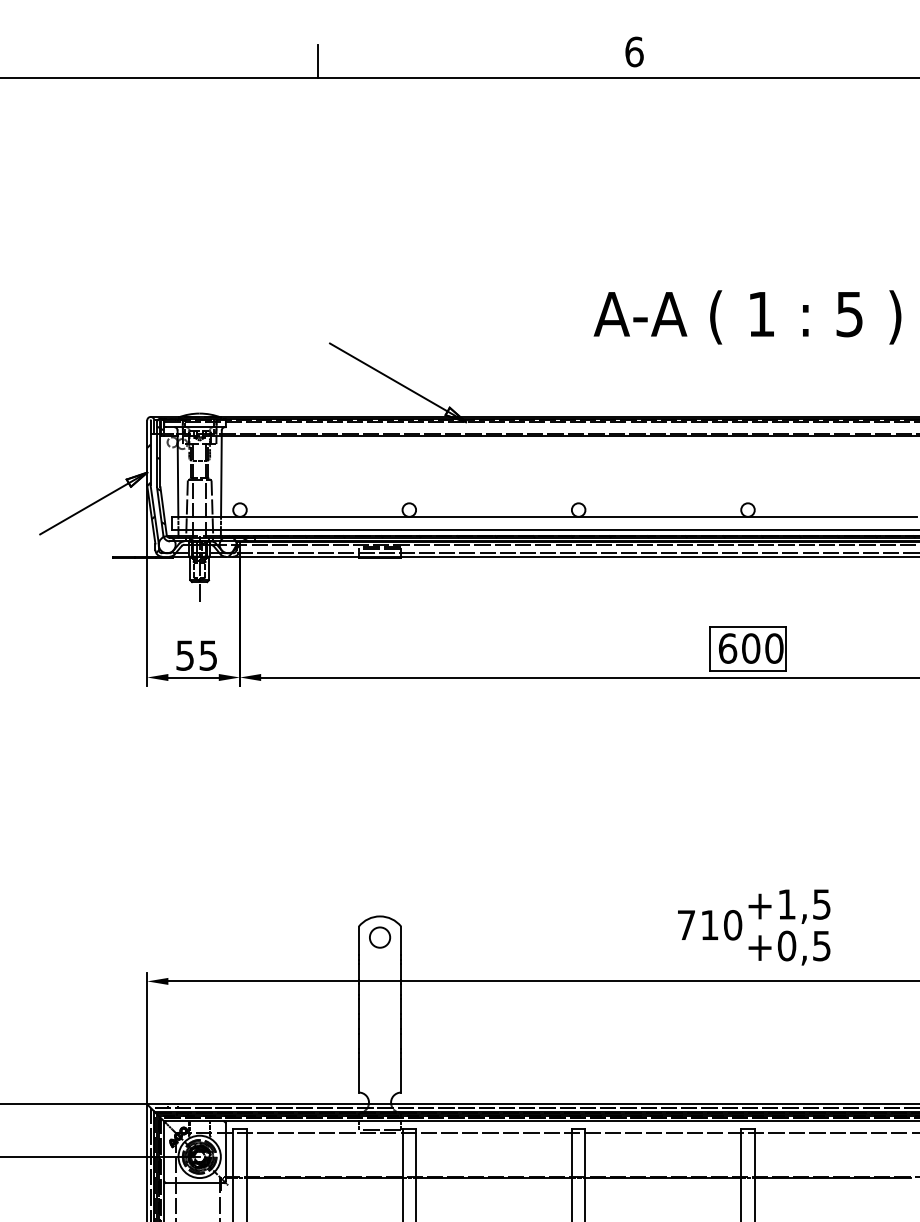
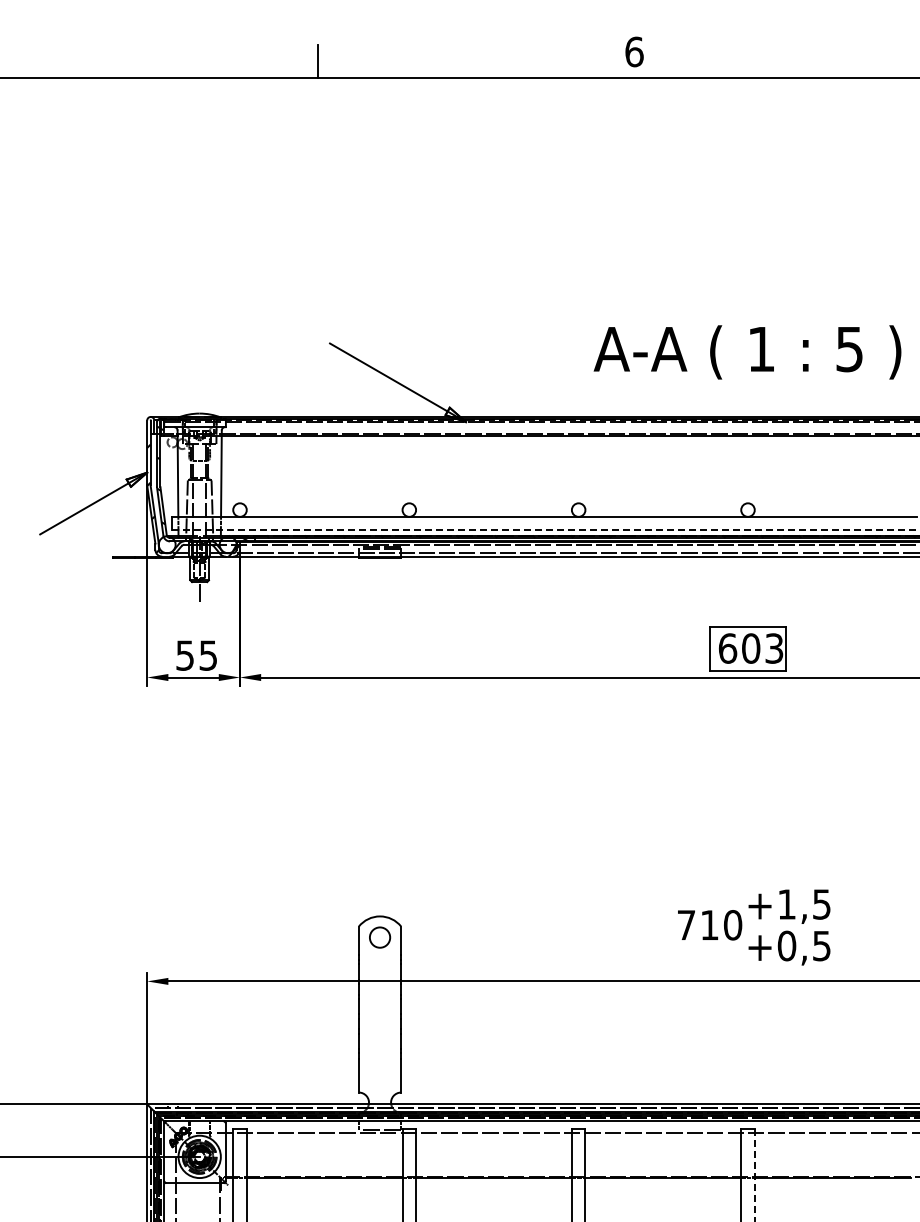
text at (747, 317) position: (747, 317) -> (747, 352)
line at (546, 530): solid -> dashed
text at (774, 648): 600 -> 603
line at (754, 1175): solid -> dashed
